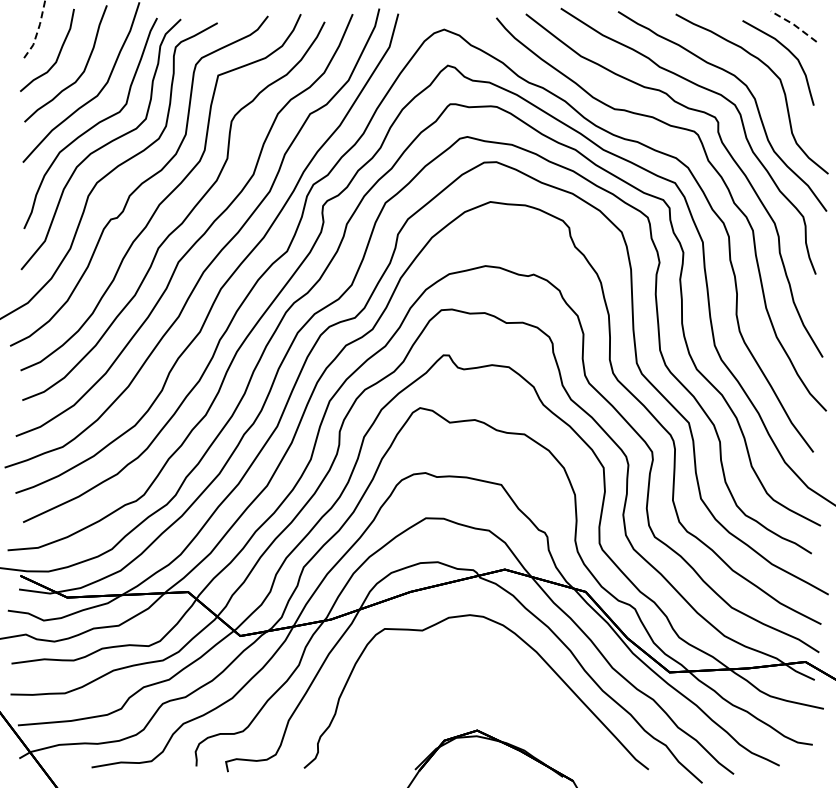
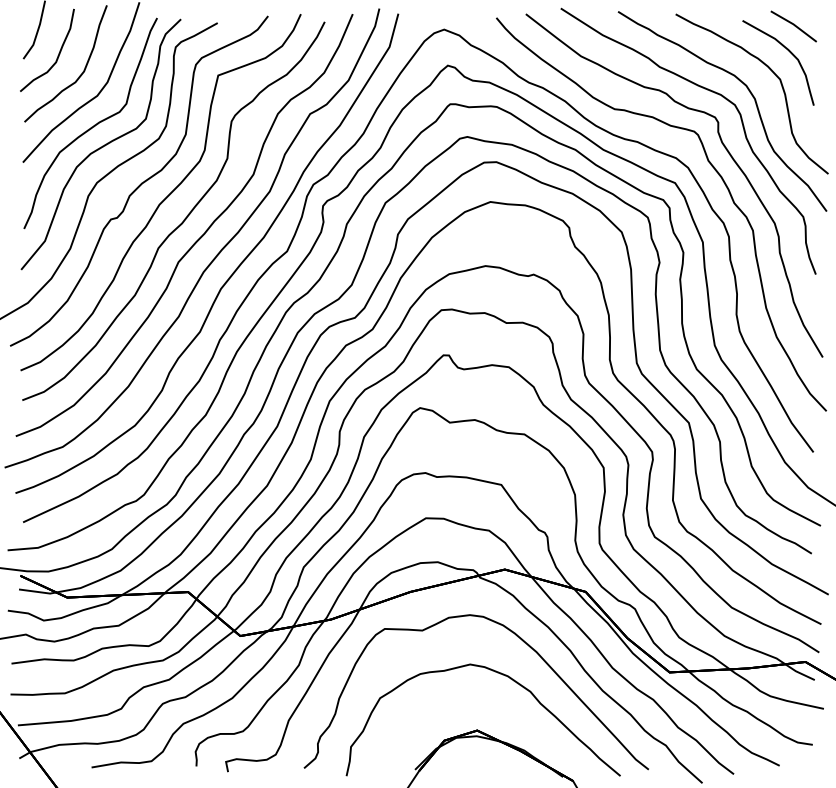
line at (794, 24): dashed -> solid
line at (37, 31): dashed -> solid
curve at (502, 675): none -> present
